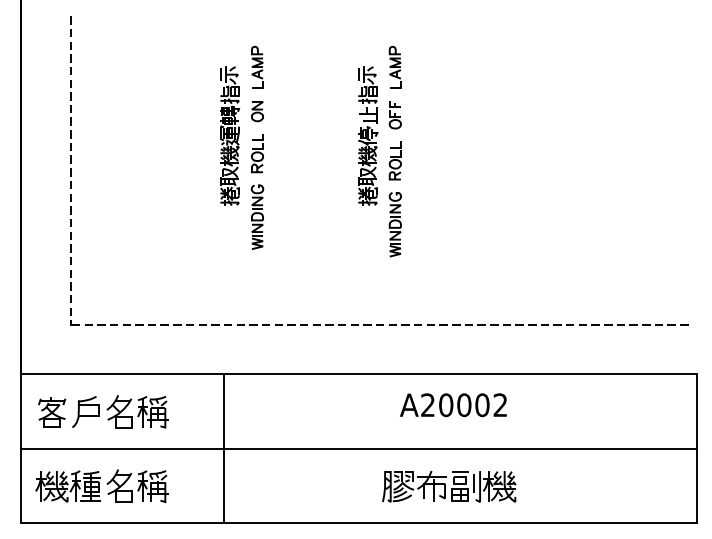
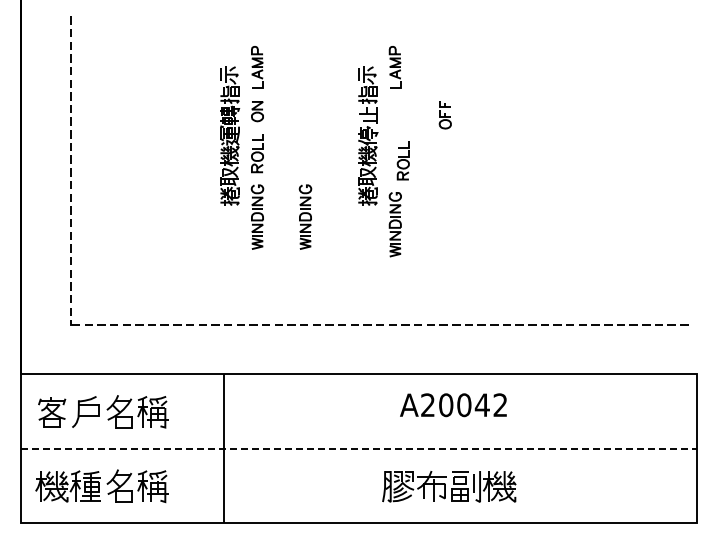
part at (394, 115) position: (394, 115) -> (444, 115)
part at (394, 160) position: (394, 160) -> (402, 160)
part at (305, 216): none -> present
text at (481, 405): A20002 -> A20042
line at (359, 448): solid -> dashed
